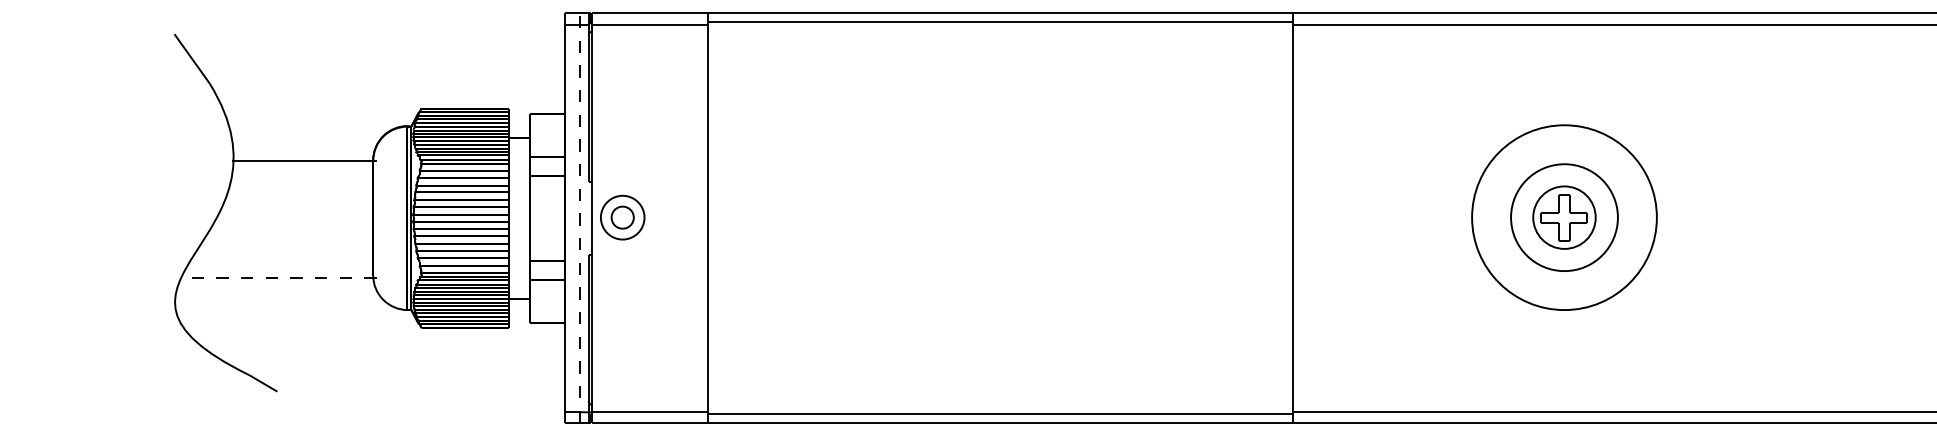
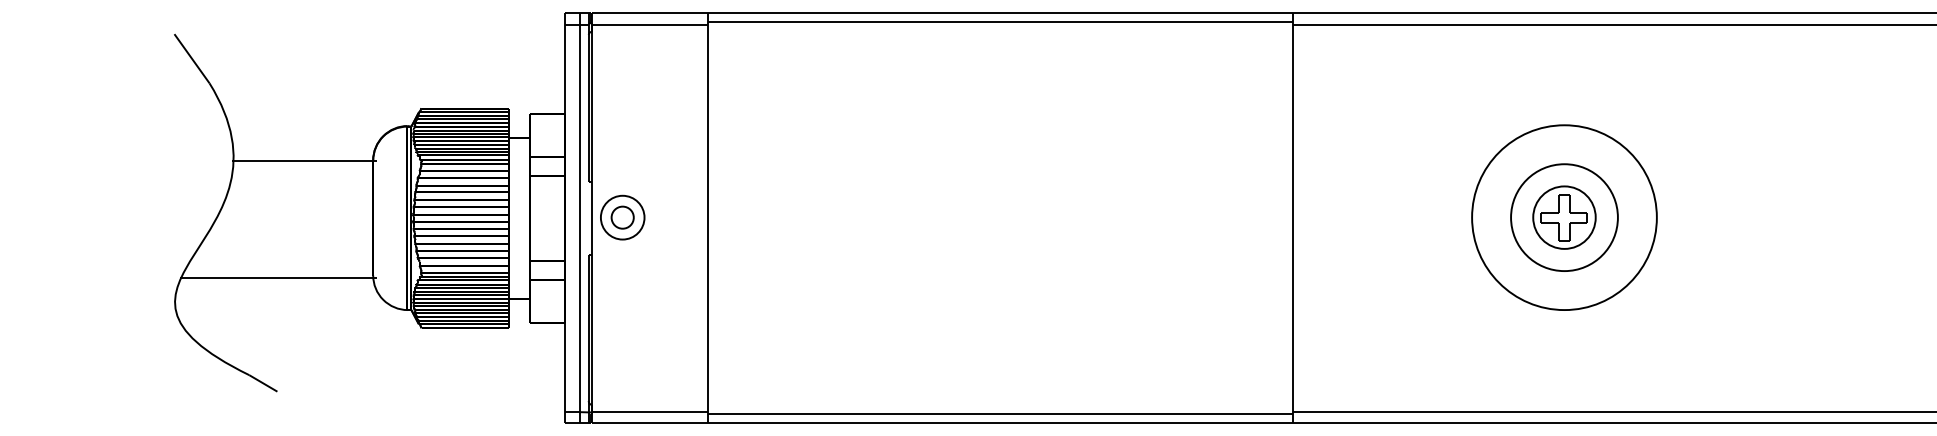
line at (580, 217): dashed -> solid
line at (277, 278): dashed -> solid
